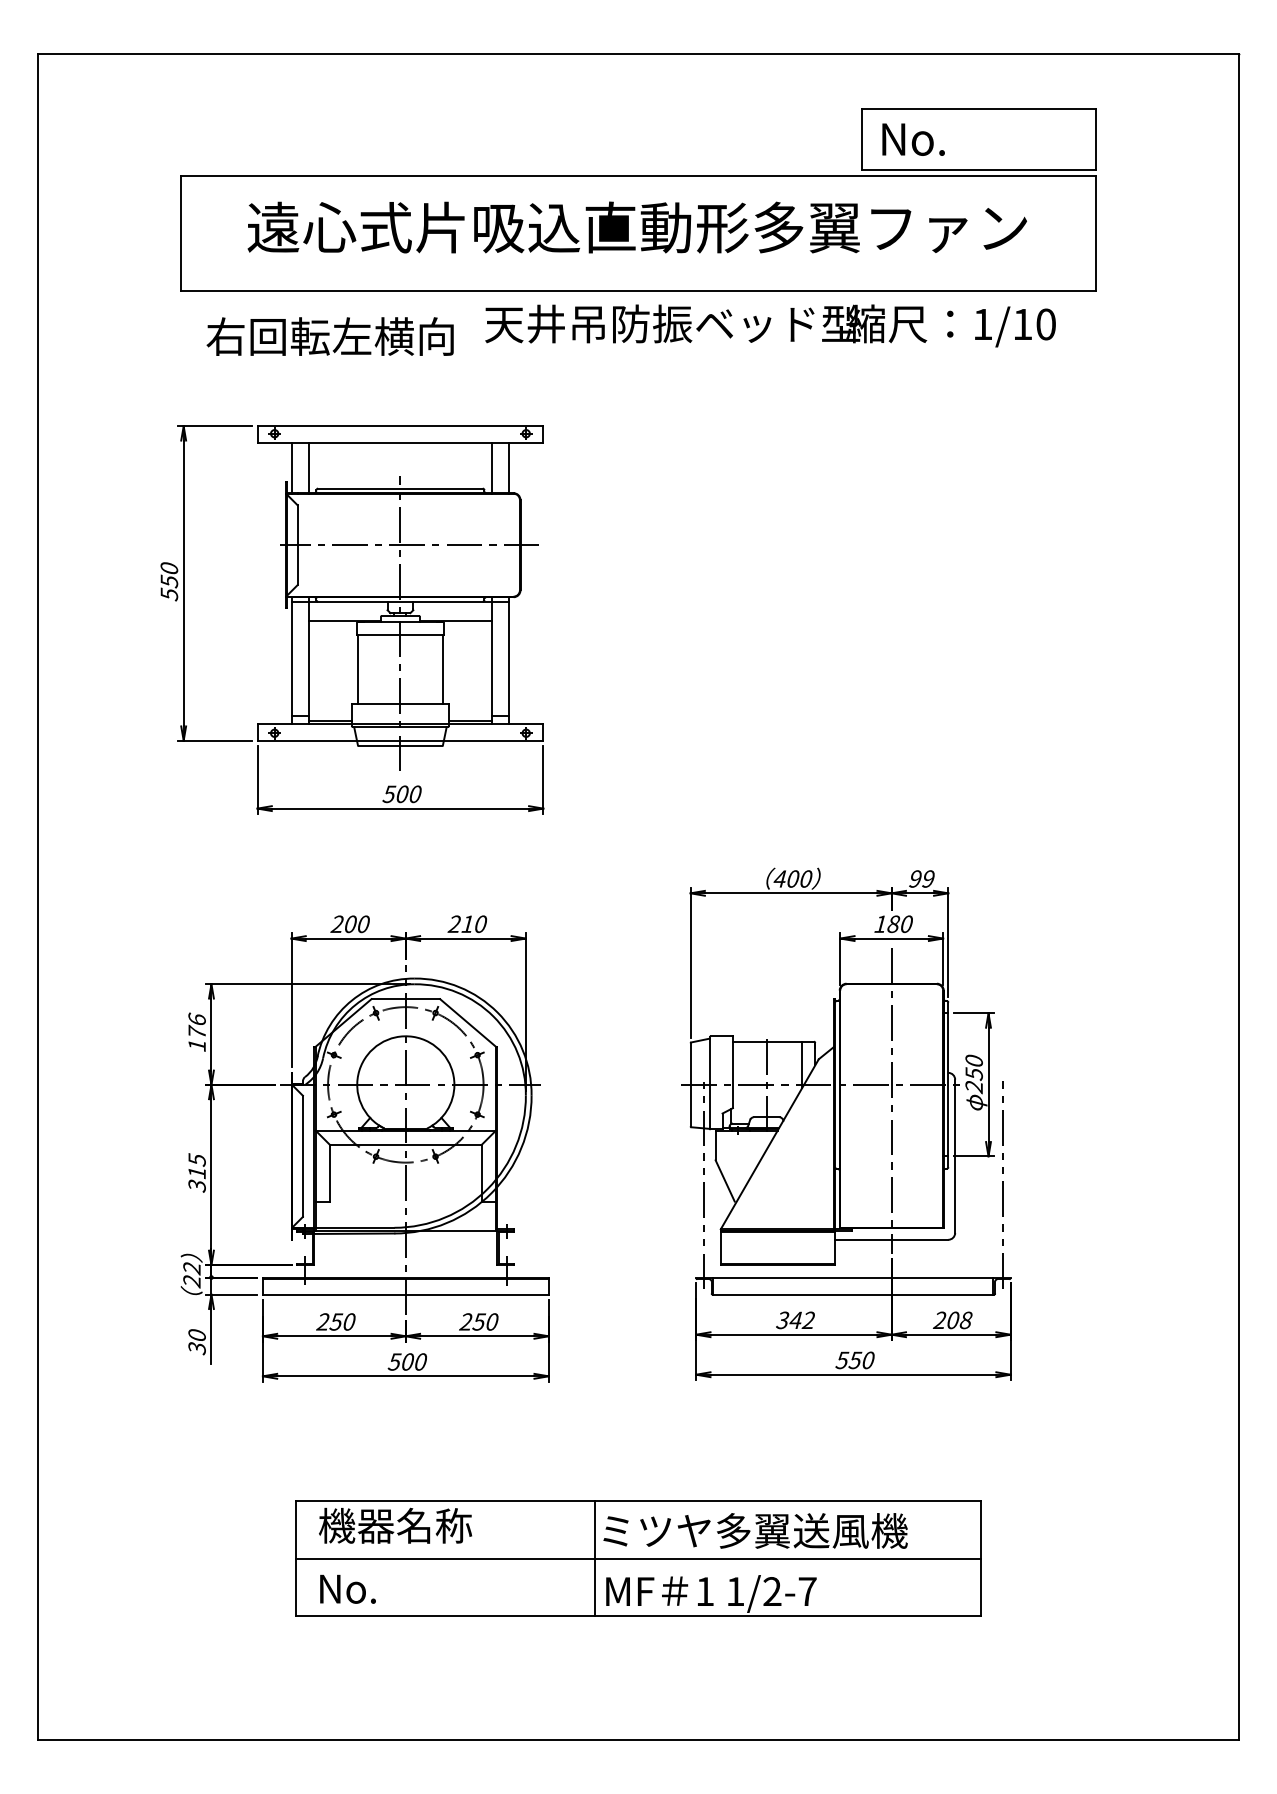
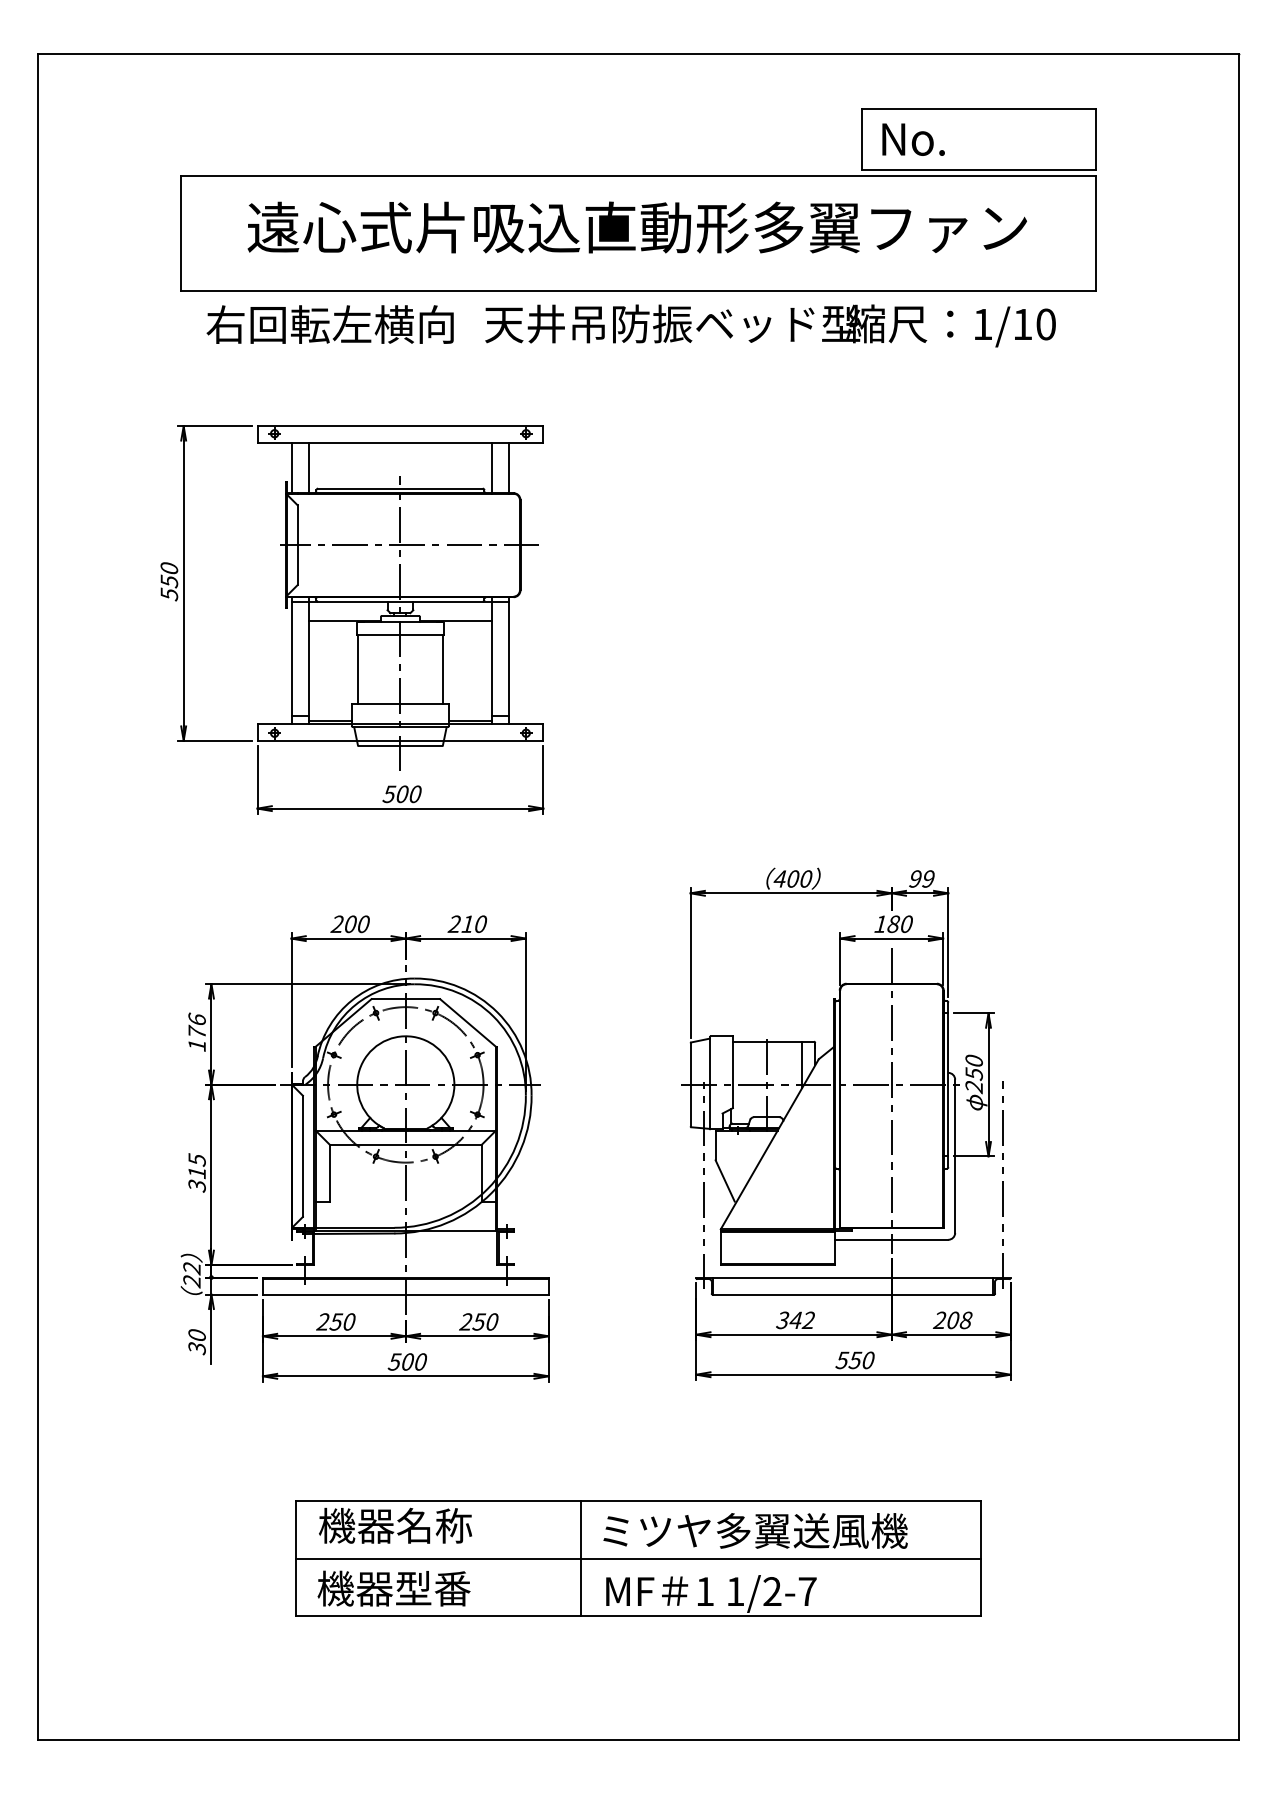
text at (329, 336) position: (329, 336) -> (329, 324)
line at (595, 1558) position: (595, 1558) -> (581, 1558)
text at (393, 1588): No. -> 機器型番
